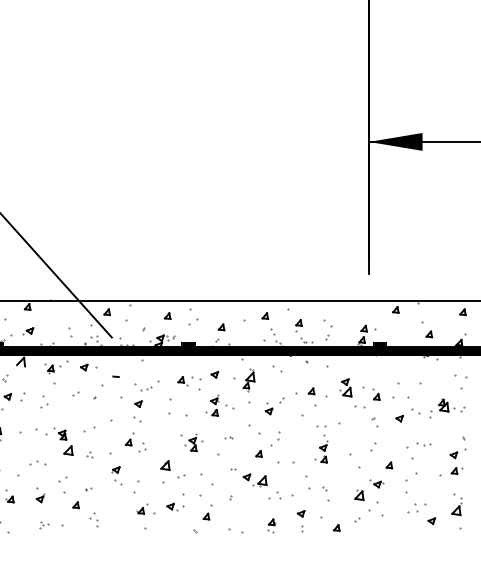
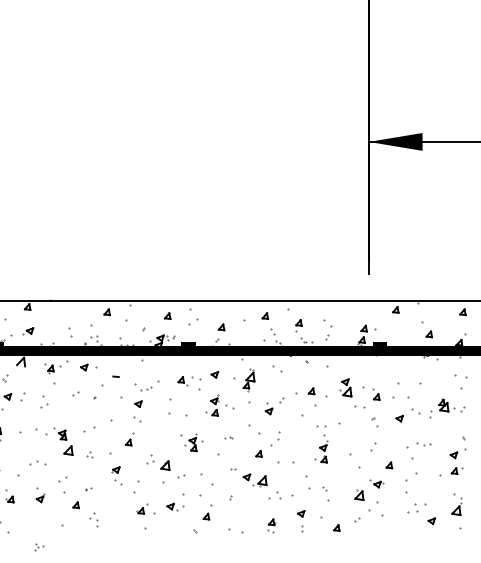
line at (56, 276): present -> none
part at (142, 447) position: (142, 447) -> (150, 459)
part at (44, 525) position: (44, 525) -> (39, 547)
